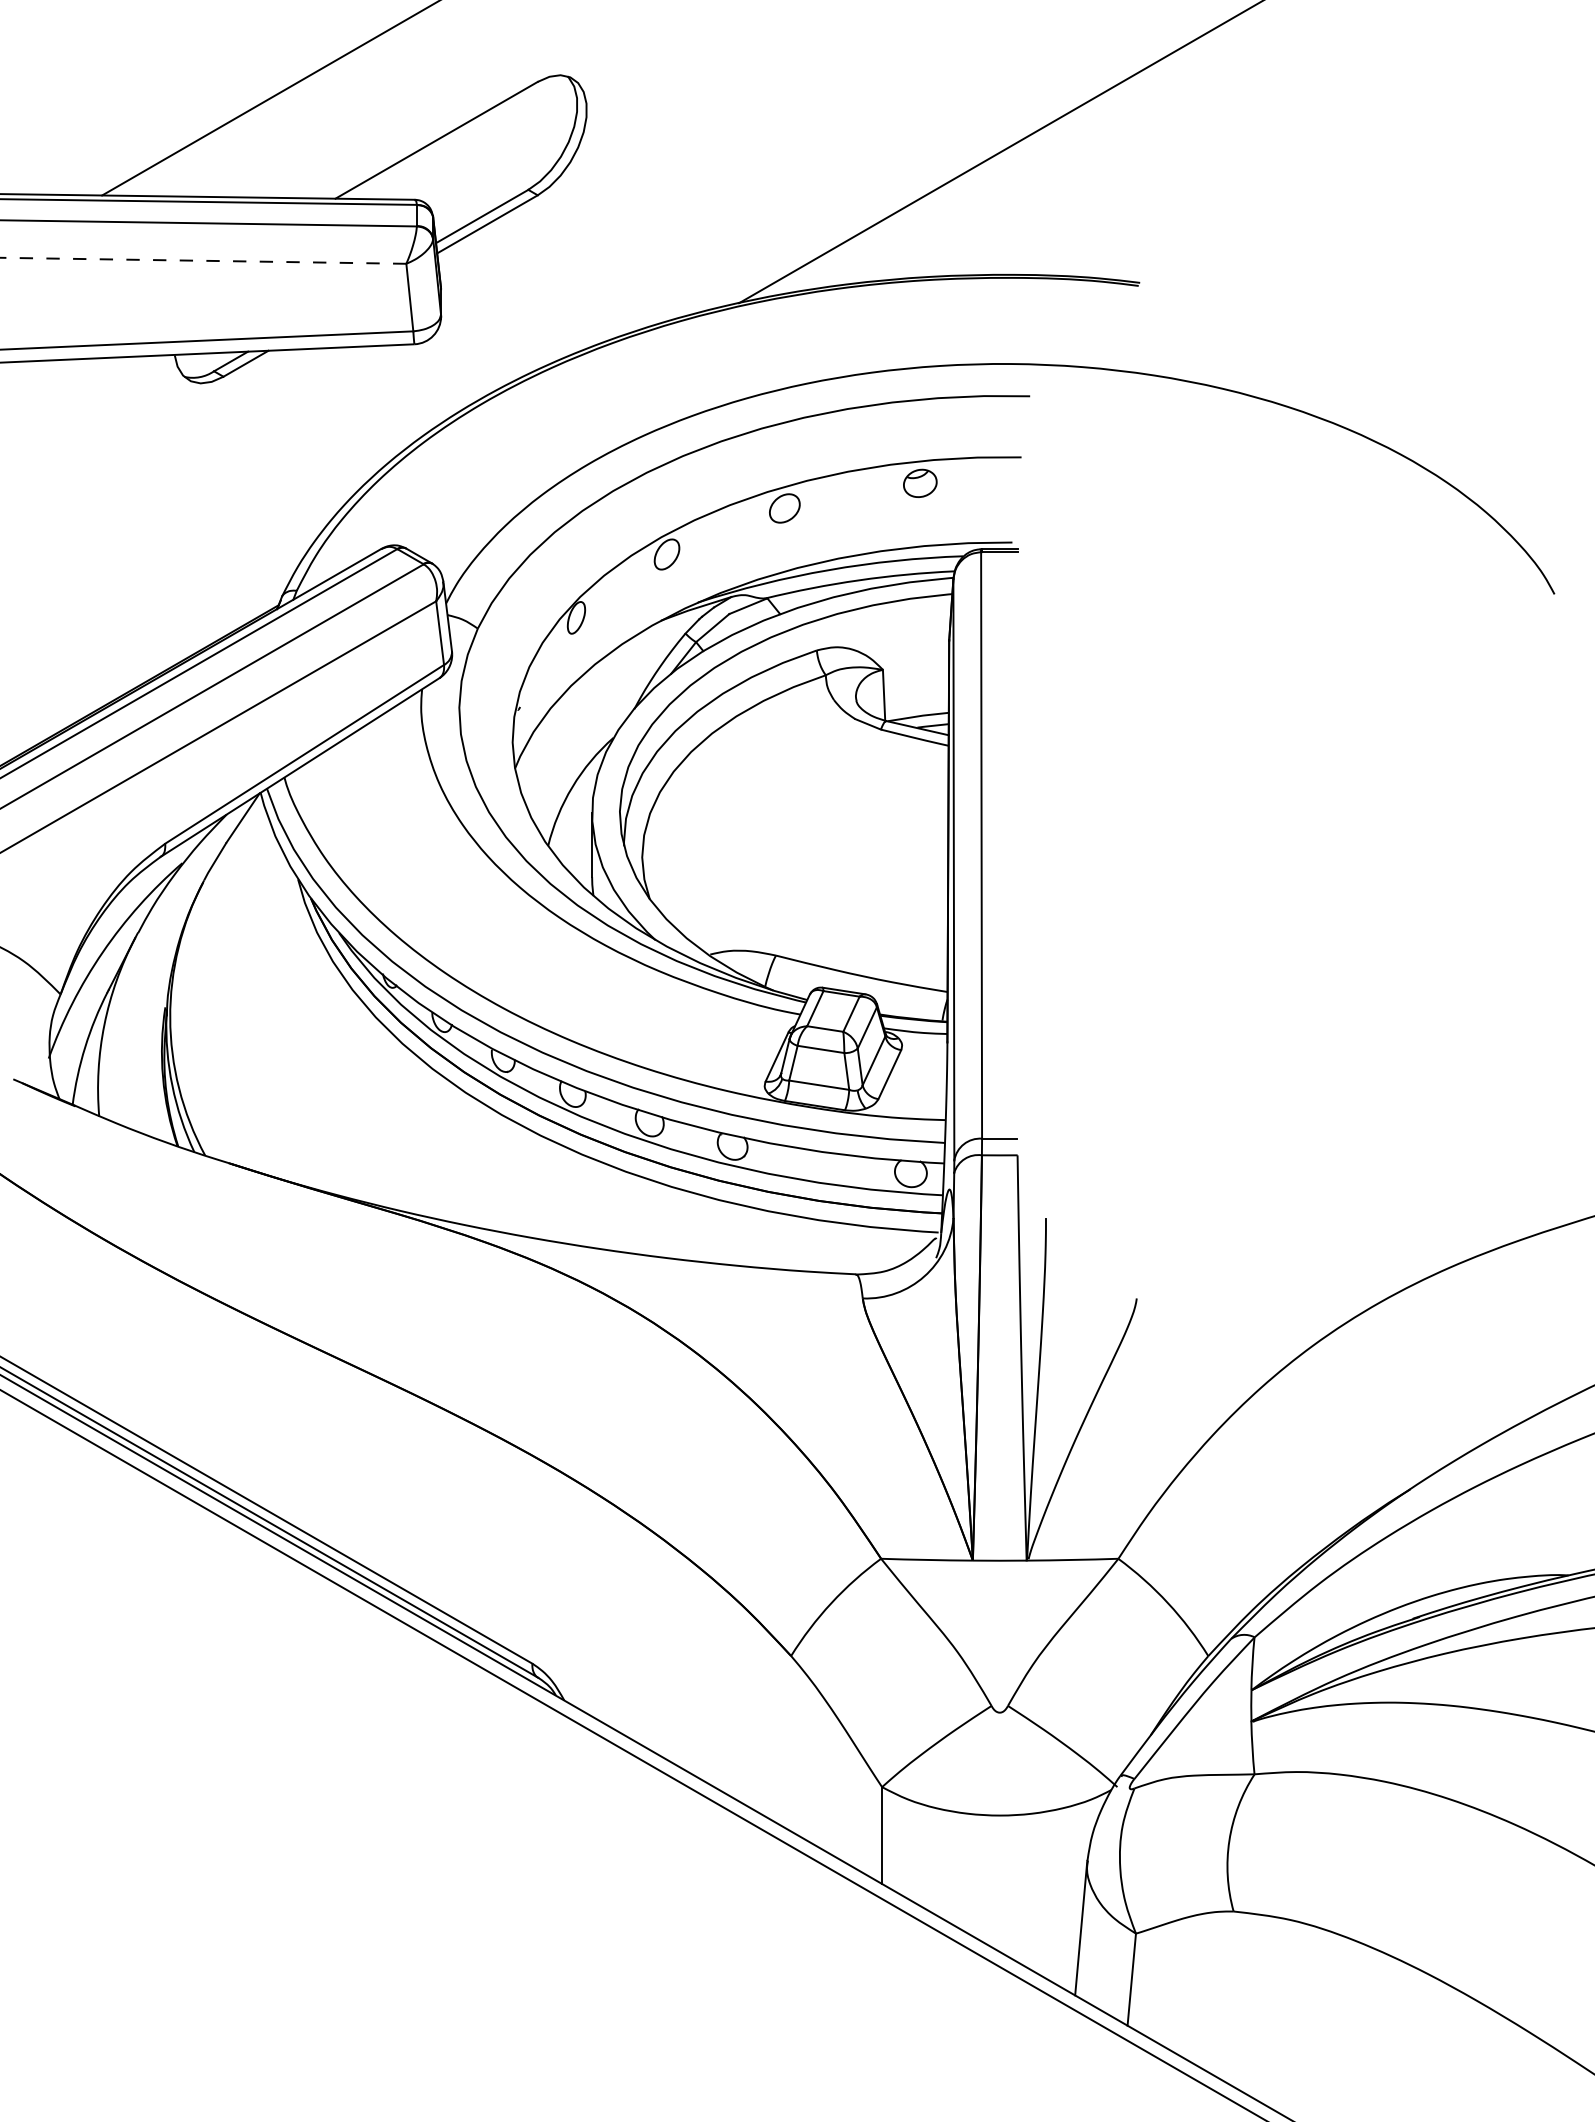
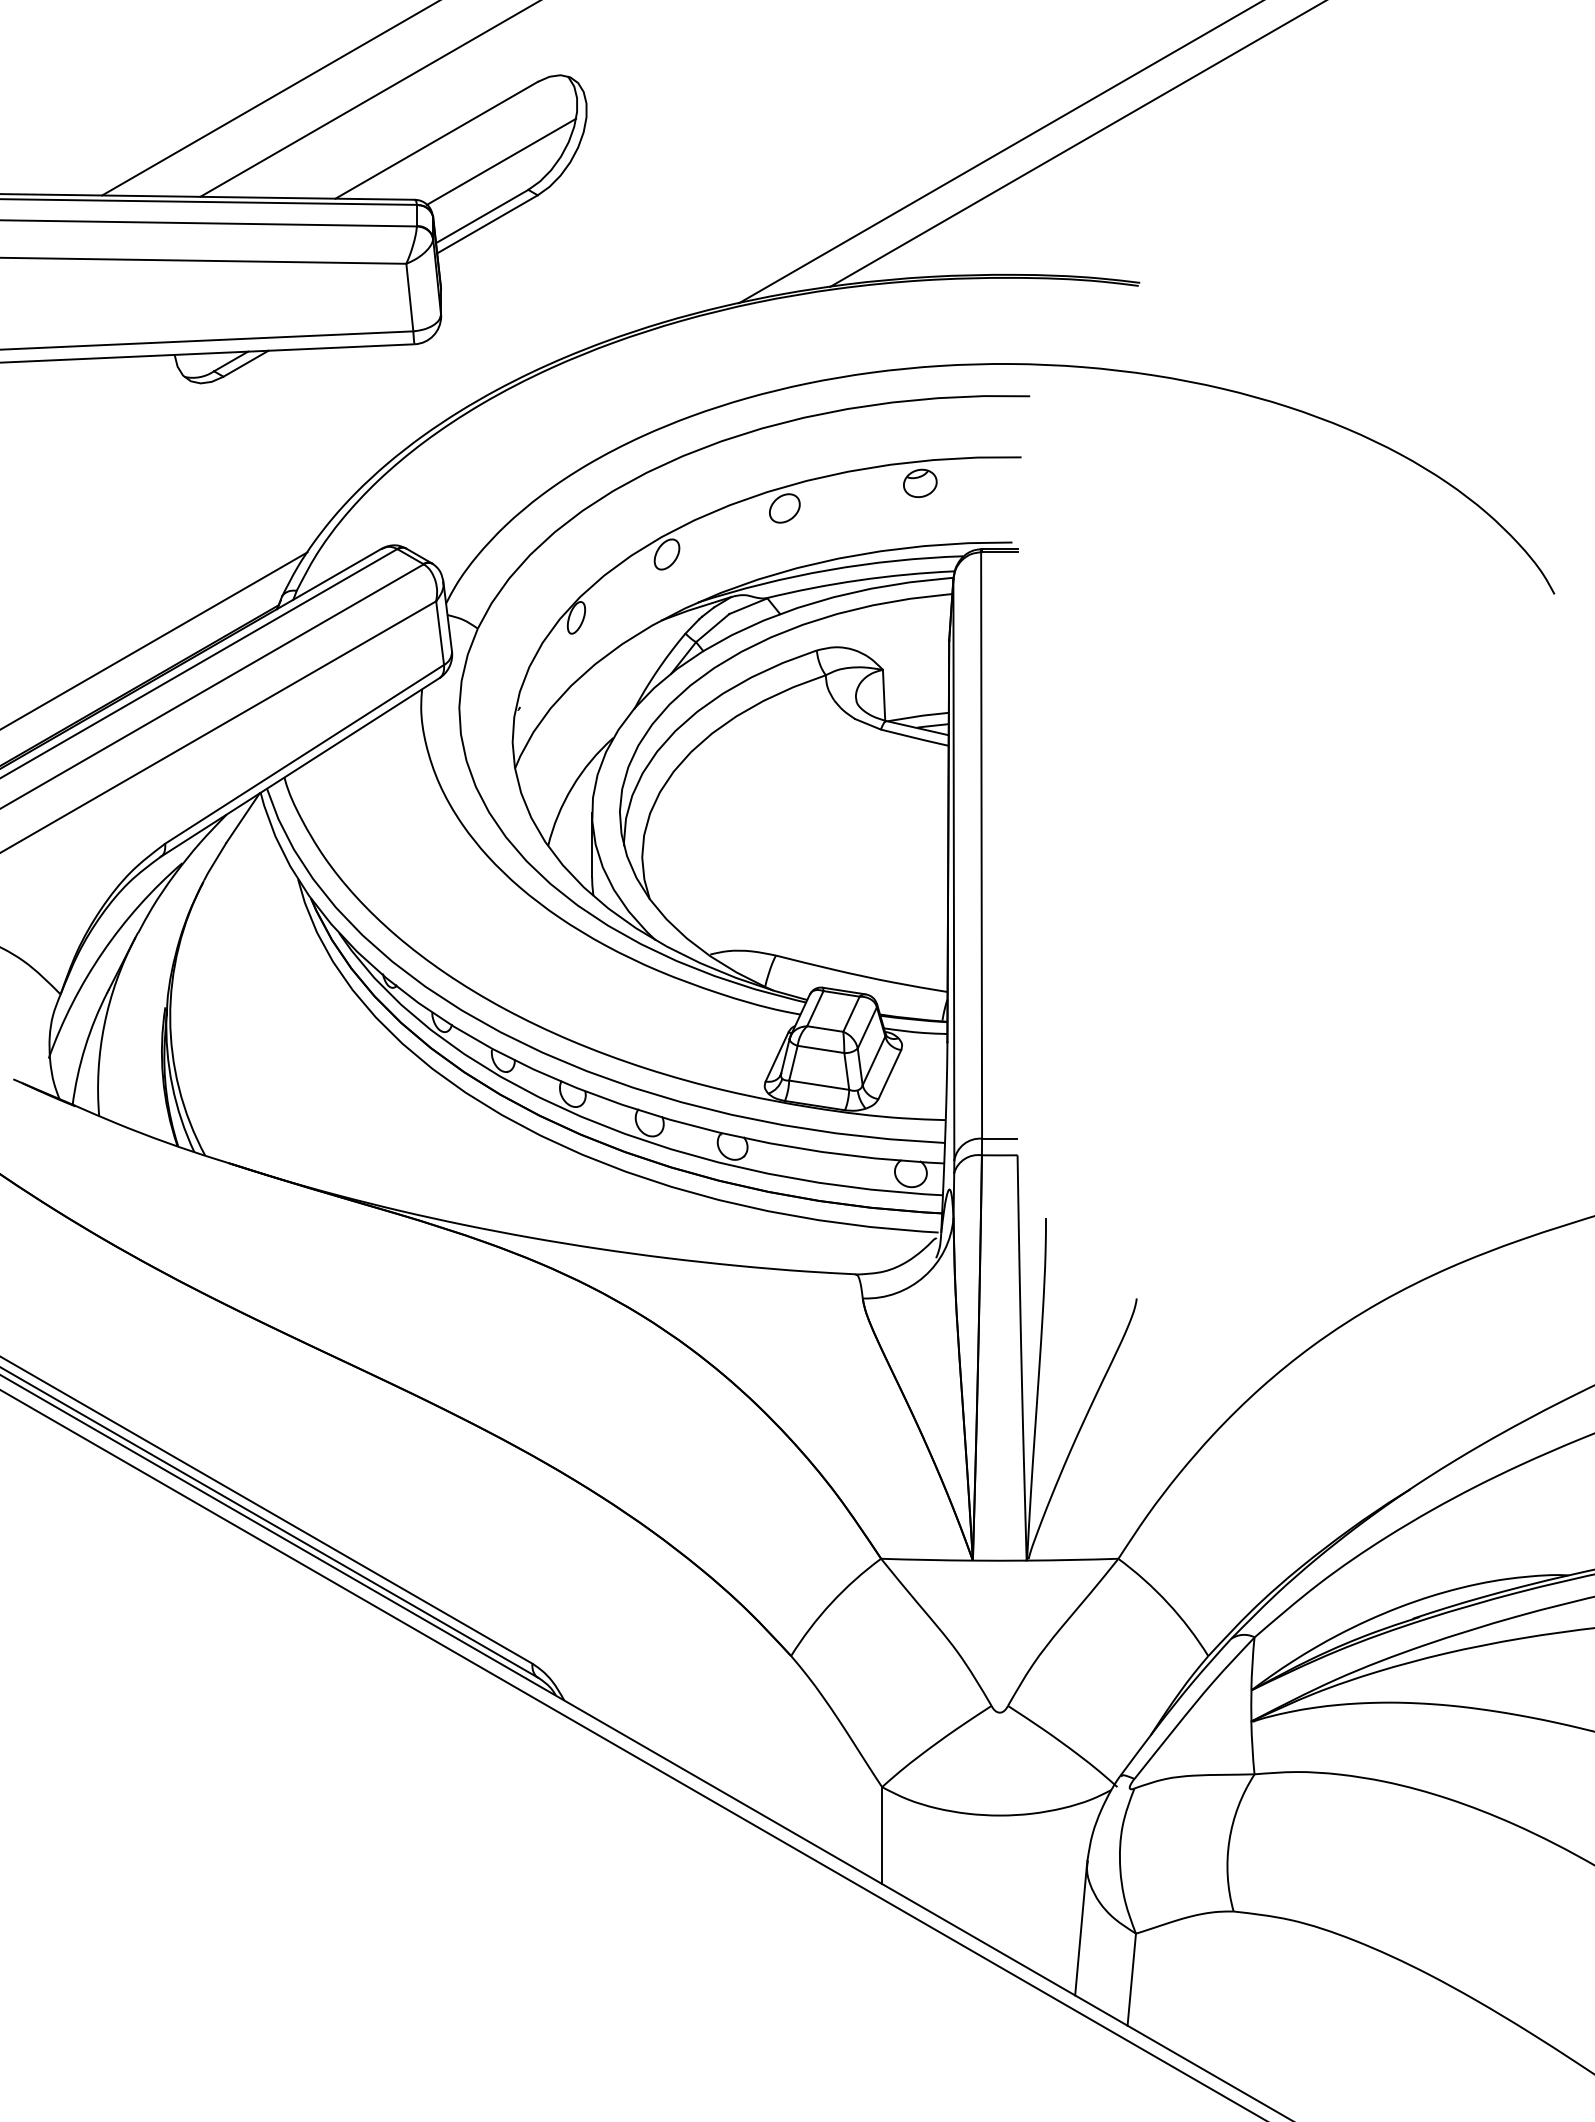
line at (368, 99): none -> present
line at (1076, 144): none -> present
line at (501, 161): none -> present
line at (203, 260): dashed -> solid
line at (154, 640): none -> present
